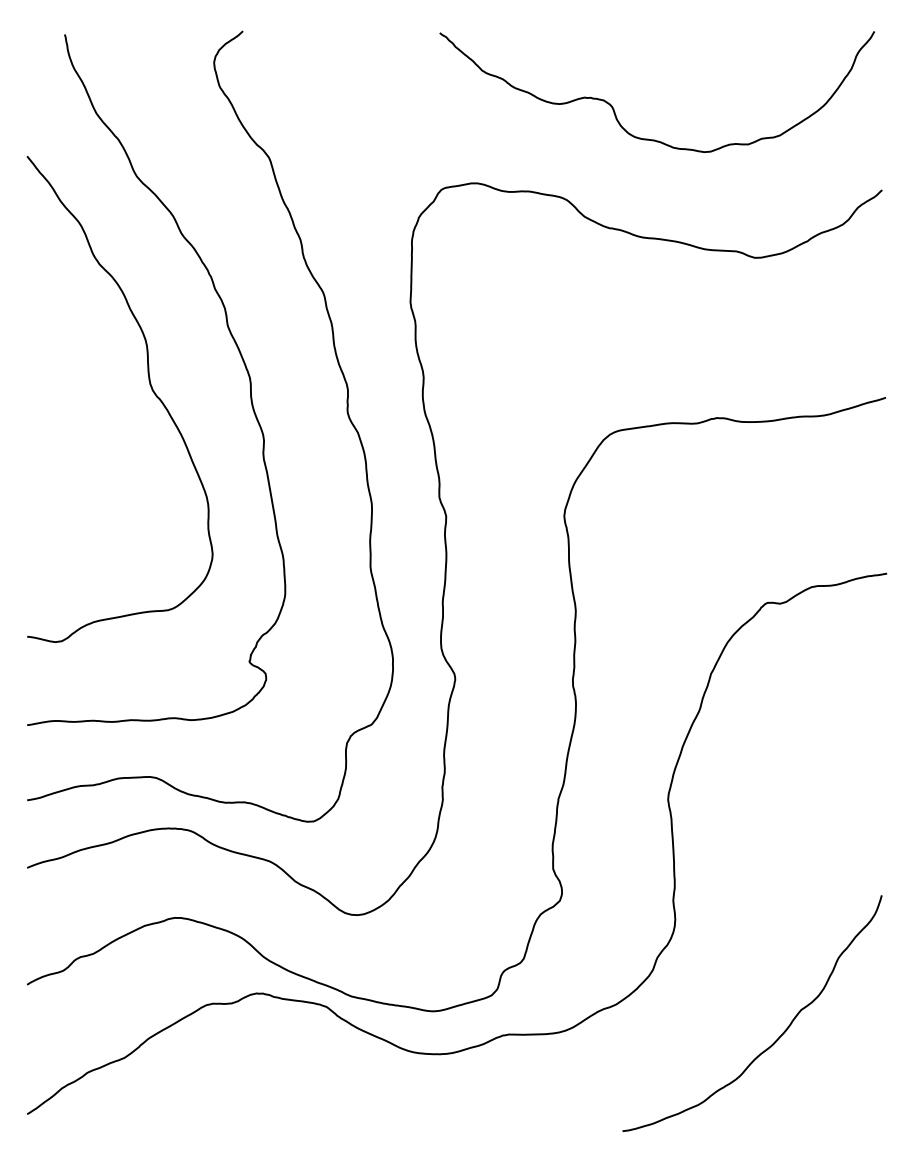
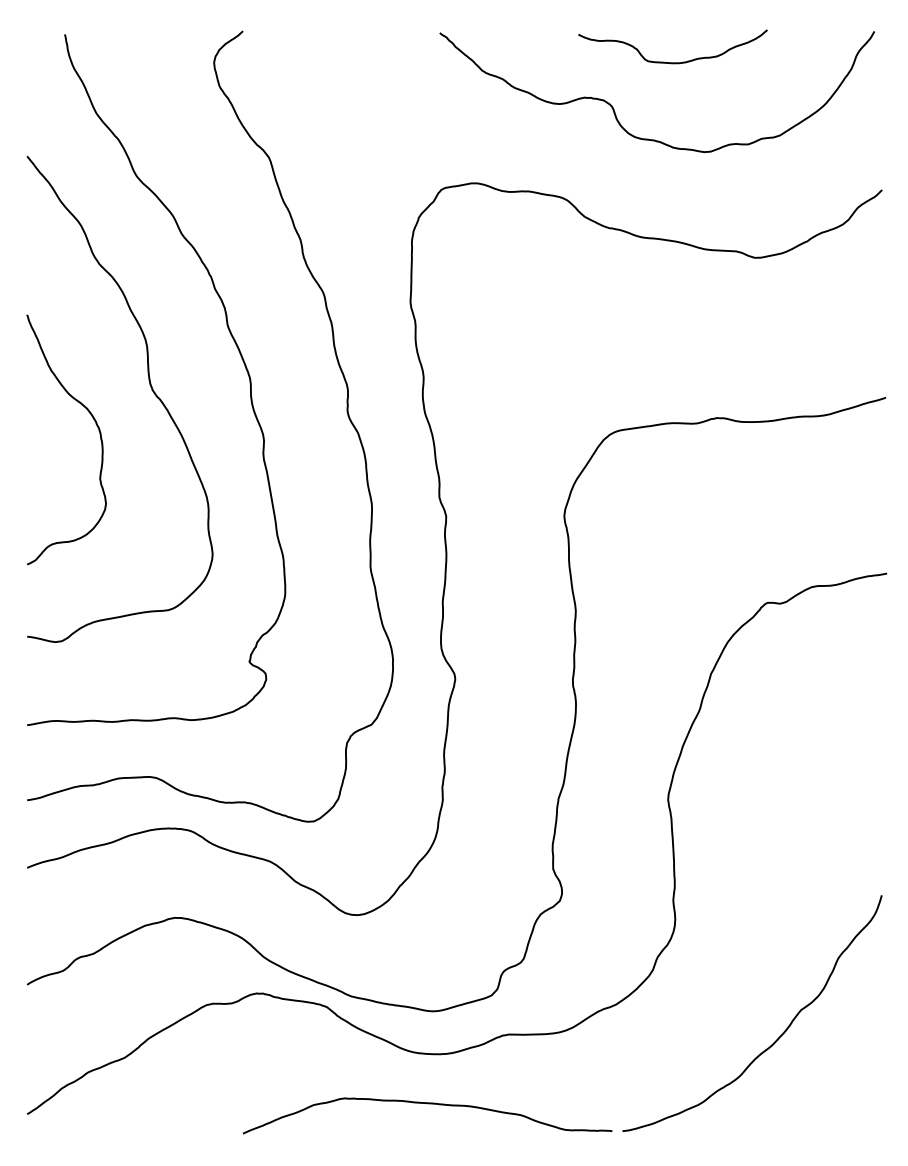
curve at (672, 62): none -> present
curve at (95, 424): none -> present
curve at (427, 1104): none -> present
